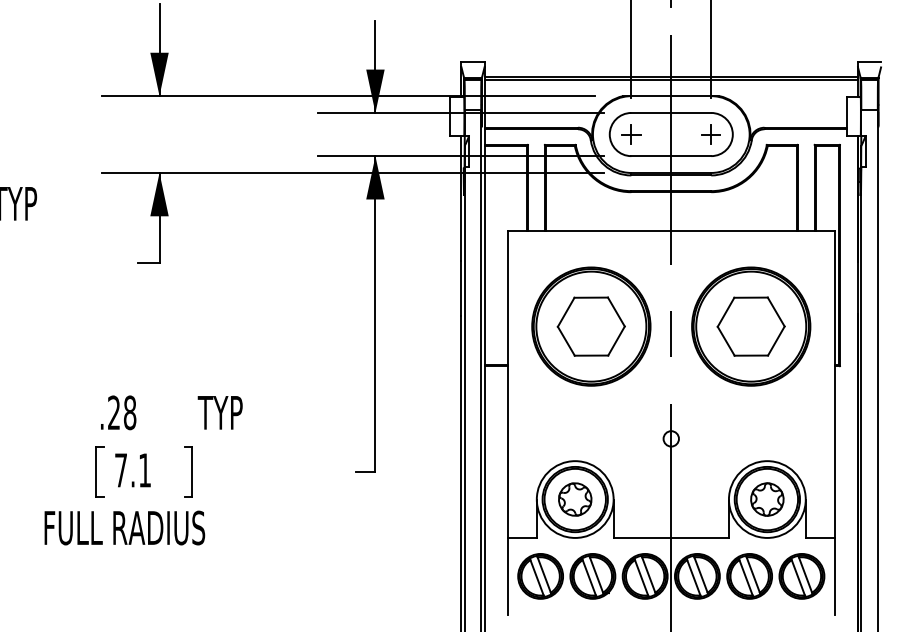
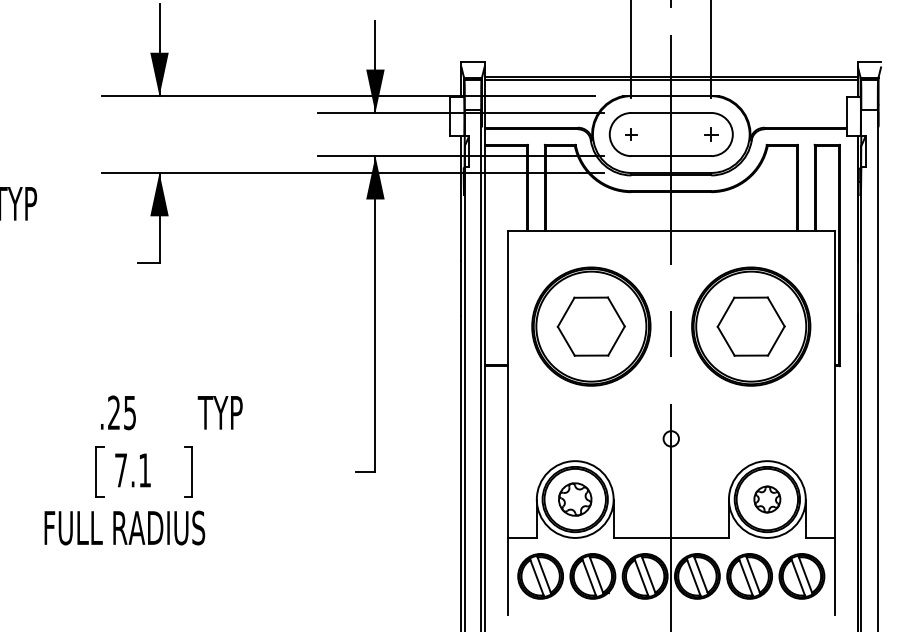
part at (631, 134) size: 21x21 px -> 13x13 px
part at (710, 134) size: 20x21 px -> 15x15 px
text at (130, 412): .28 -> .25
part at (767, 499) size: 35x35 px -> 29x29 px
